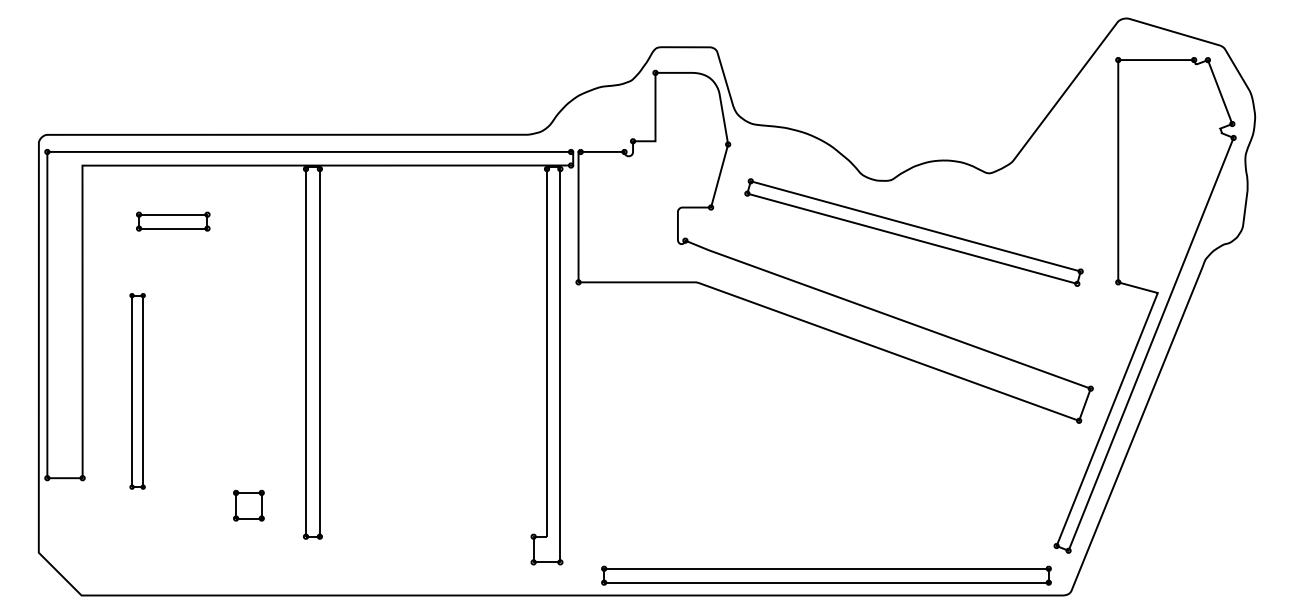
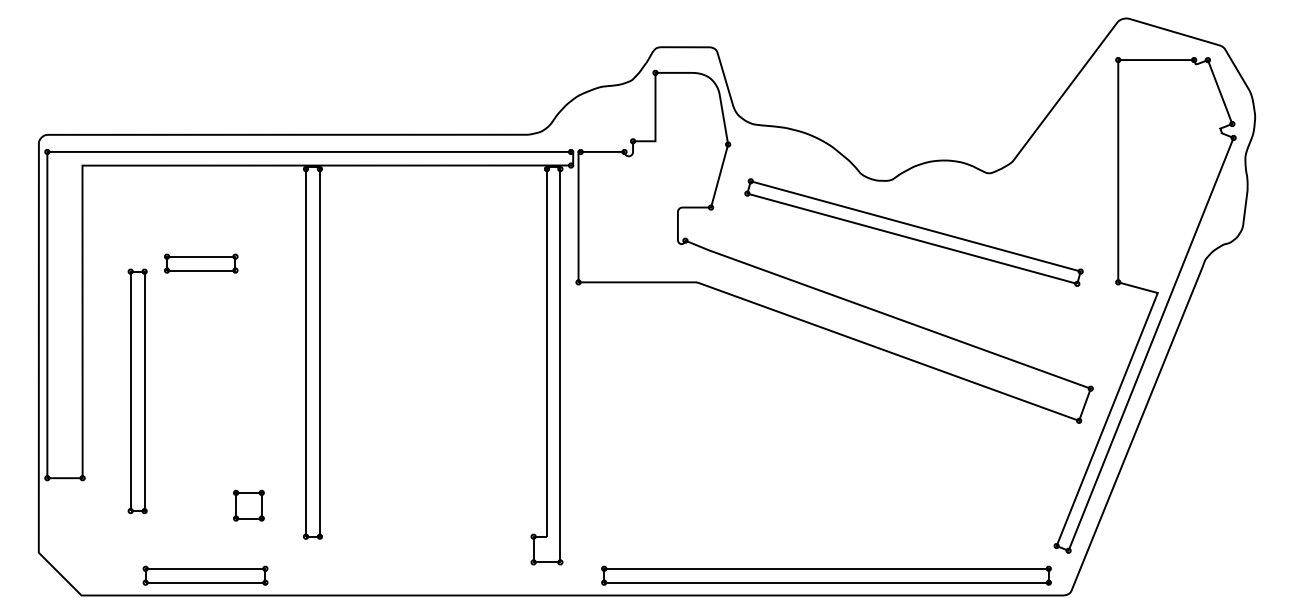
part at (173, 221) position: (173, 221) -> (201, 263)
part at (137, 391) size: 17x197 px -> 21x247 px
part at (205, 575): none -> present
